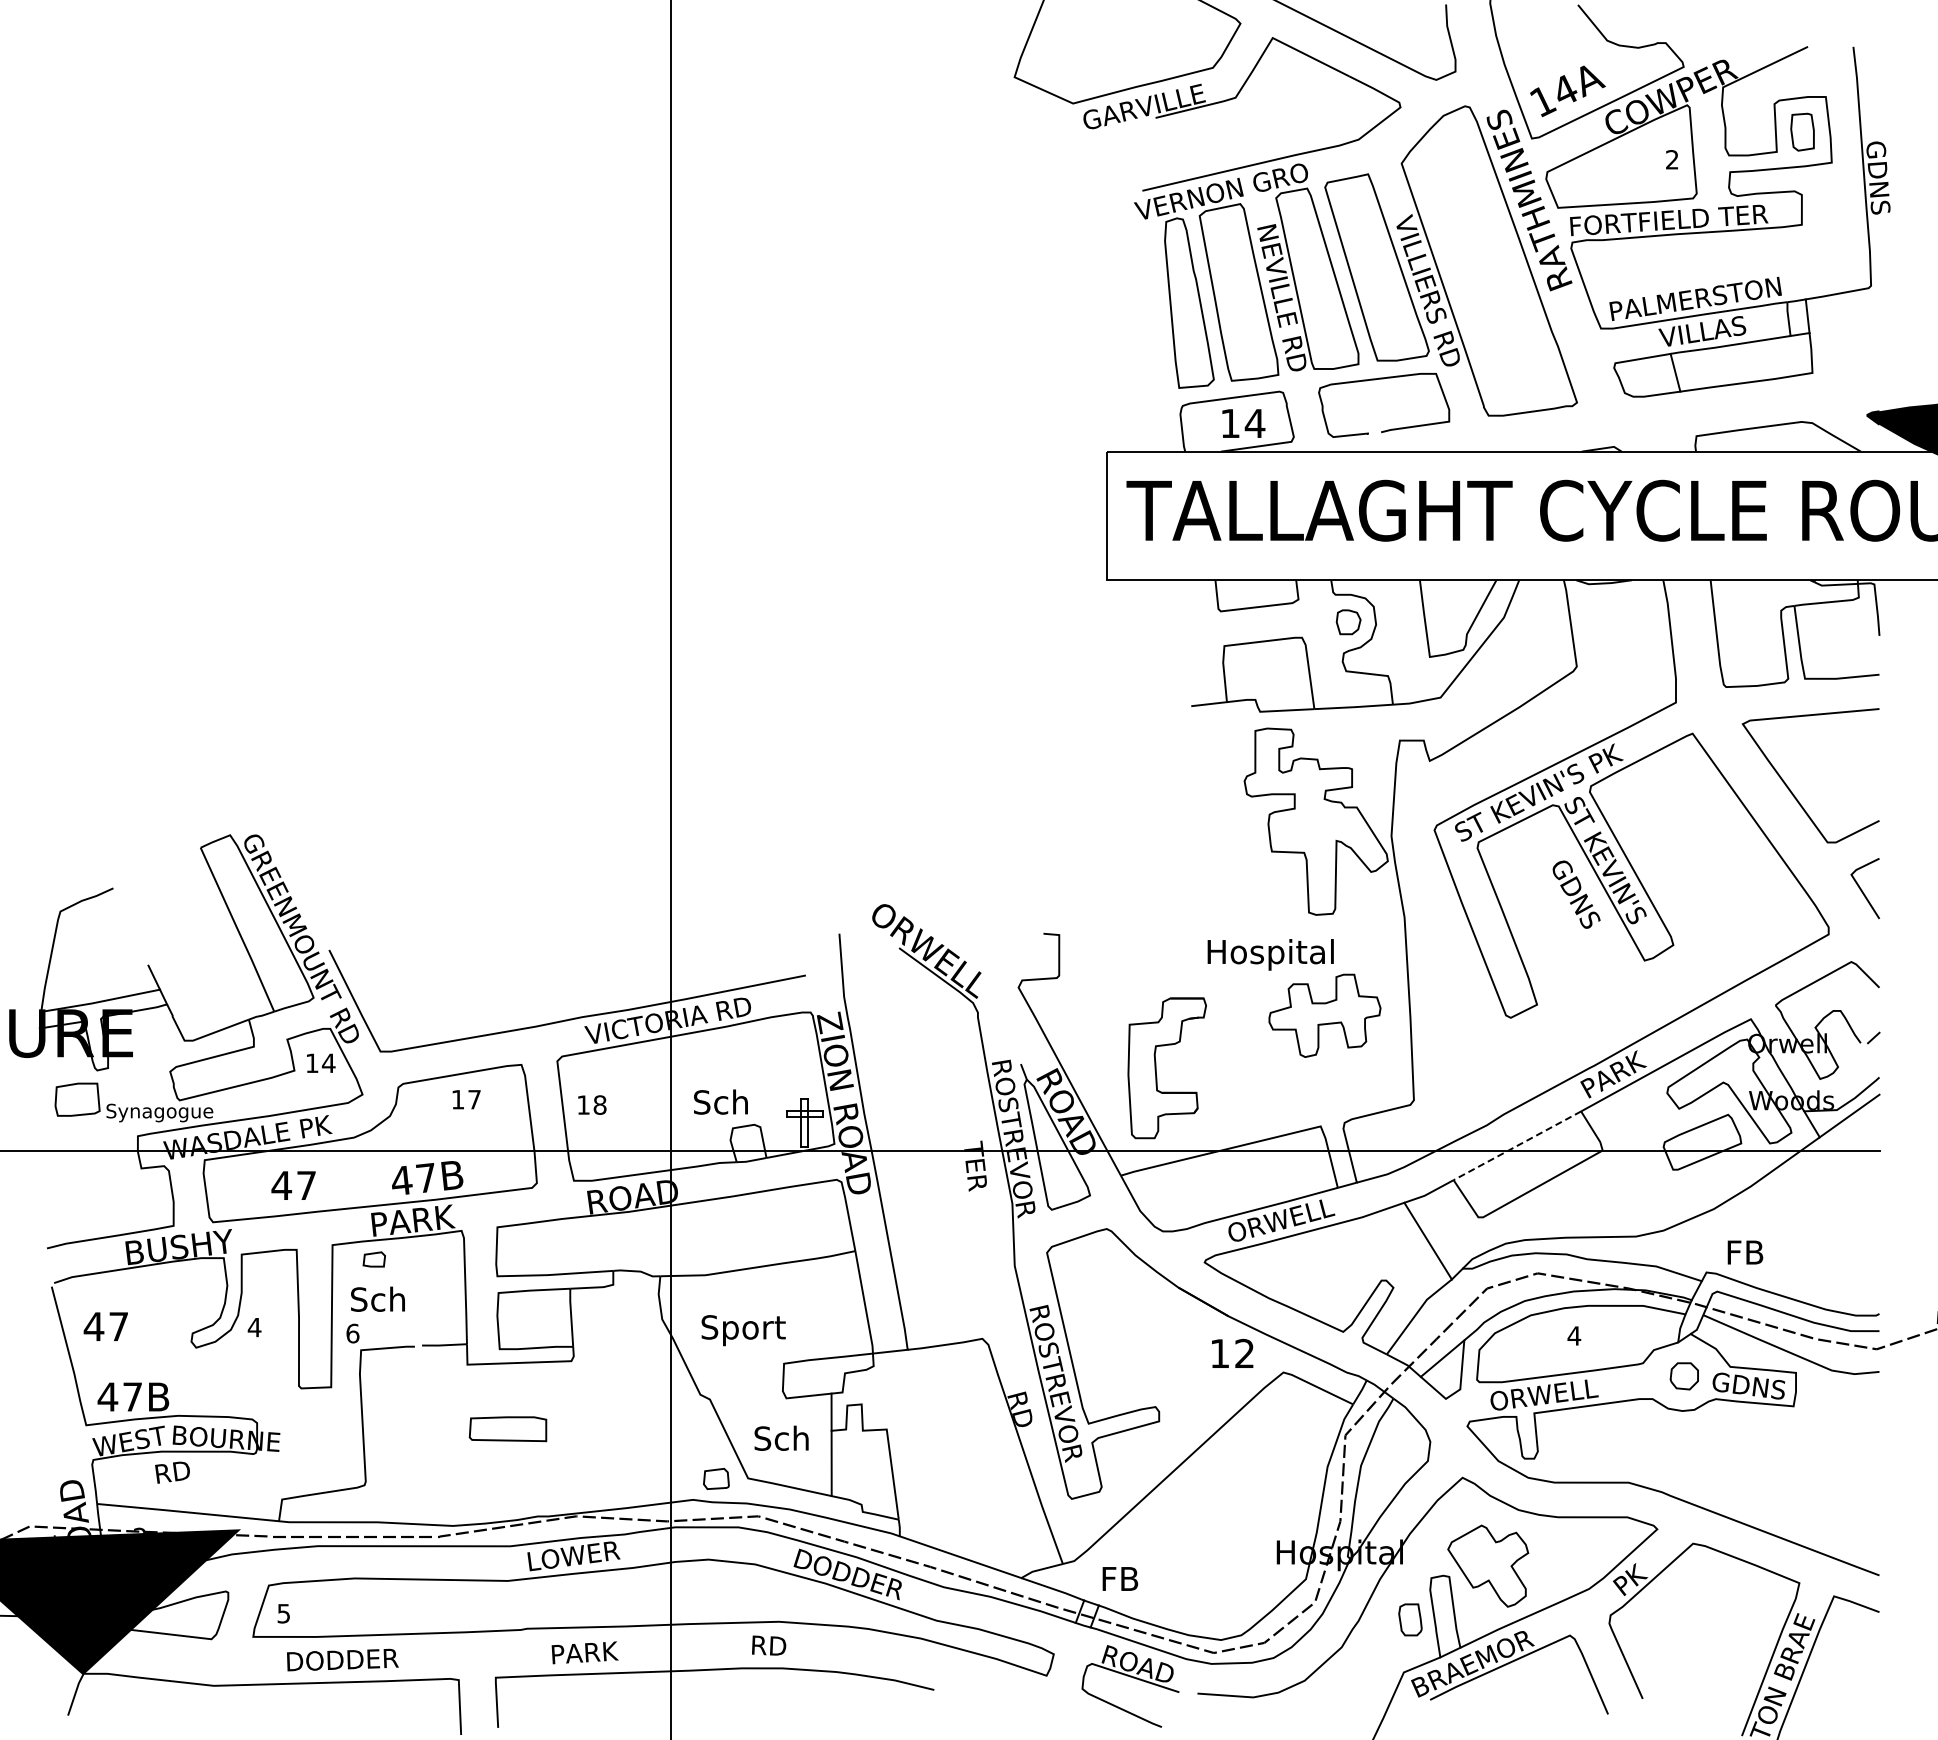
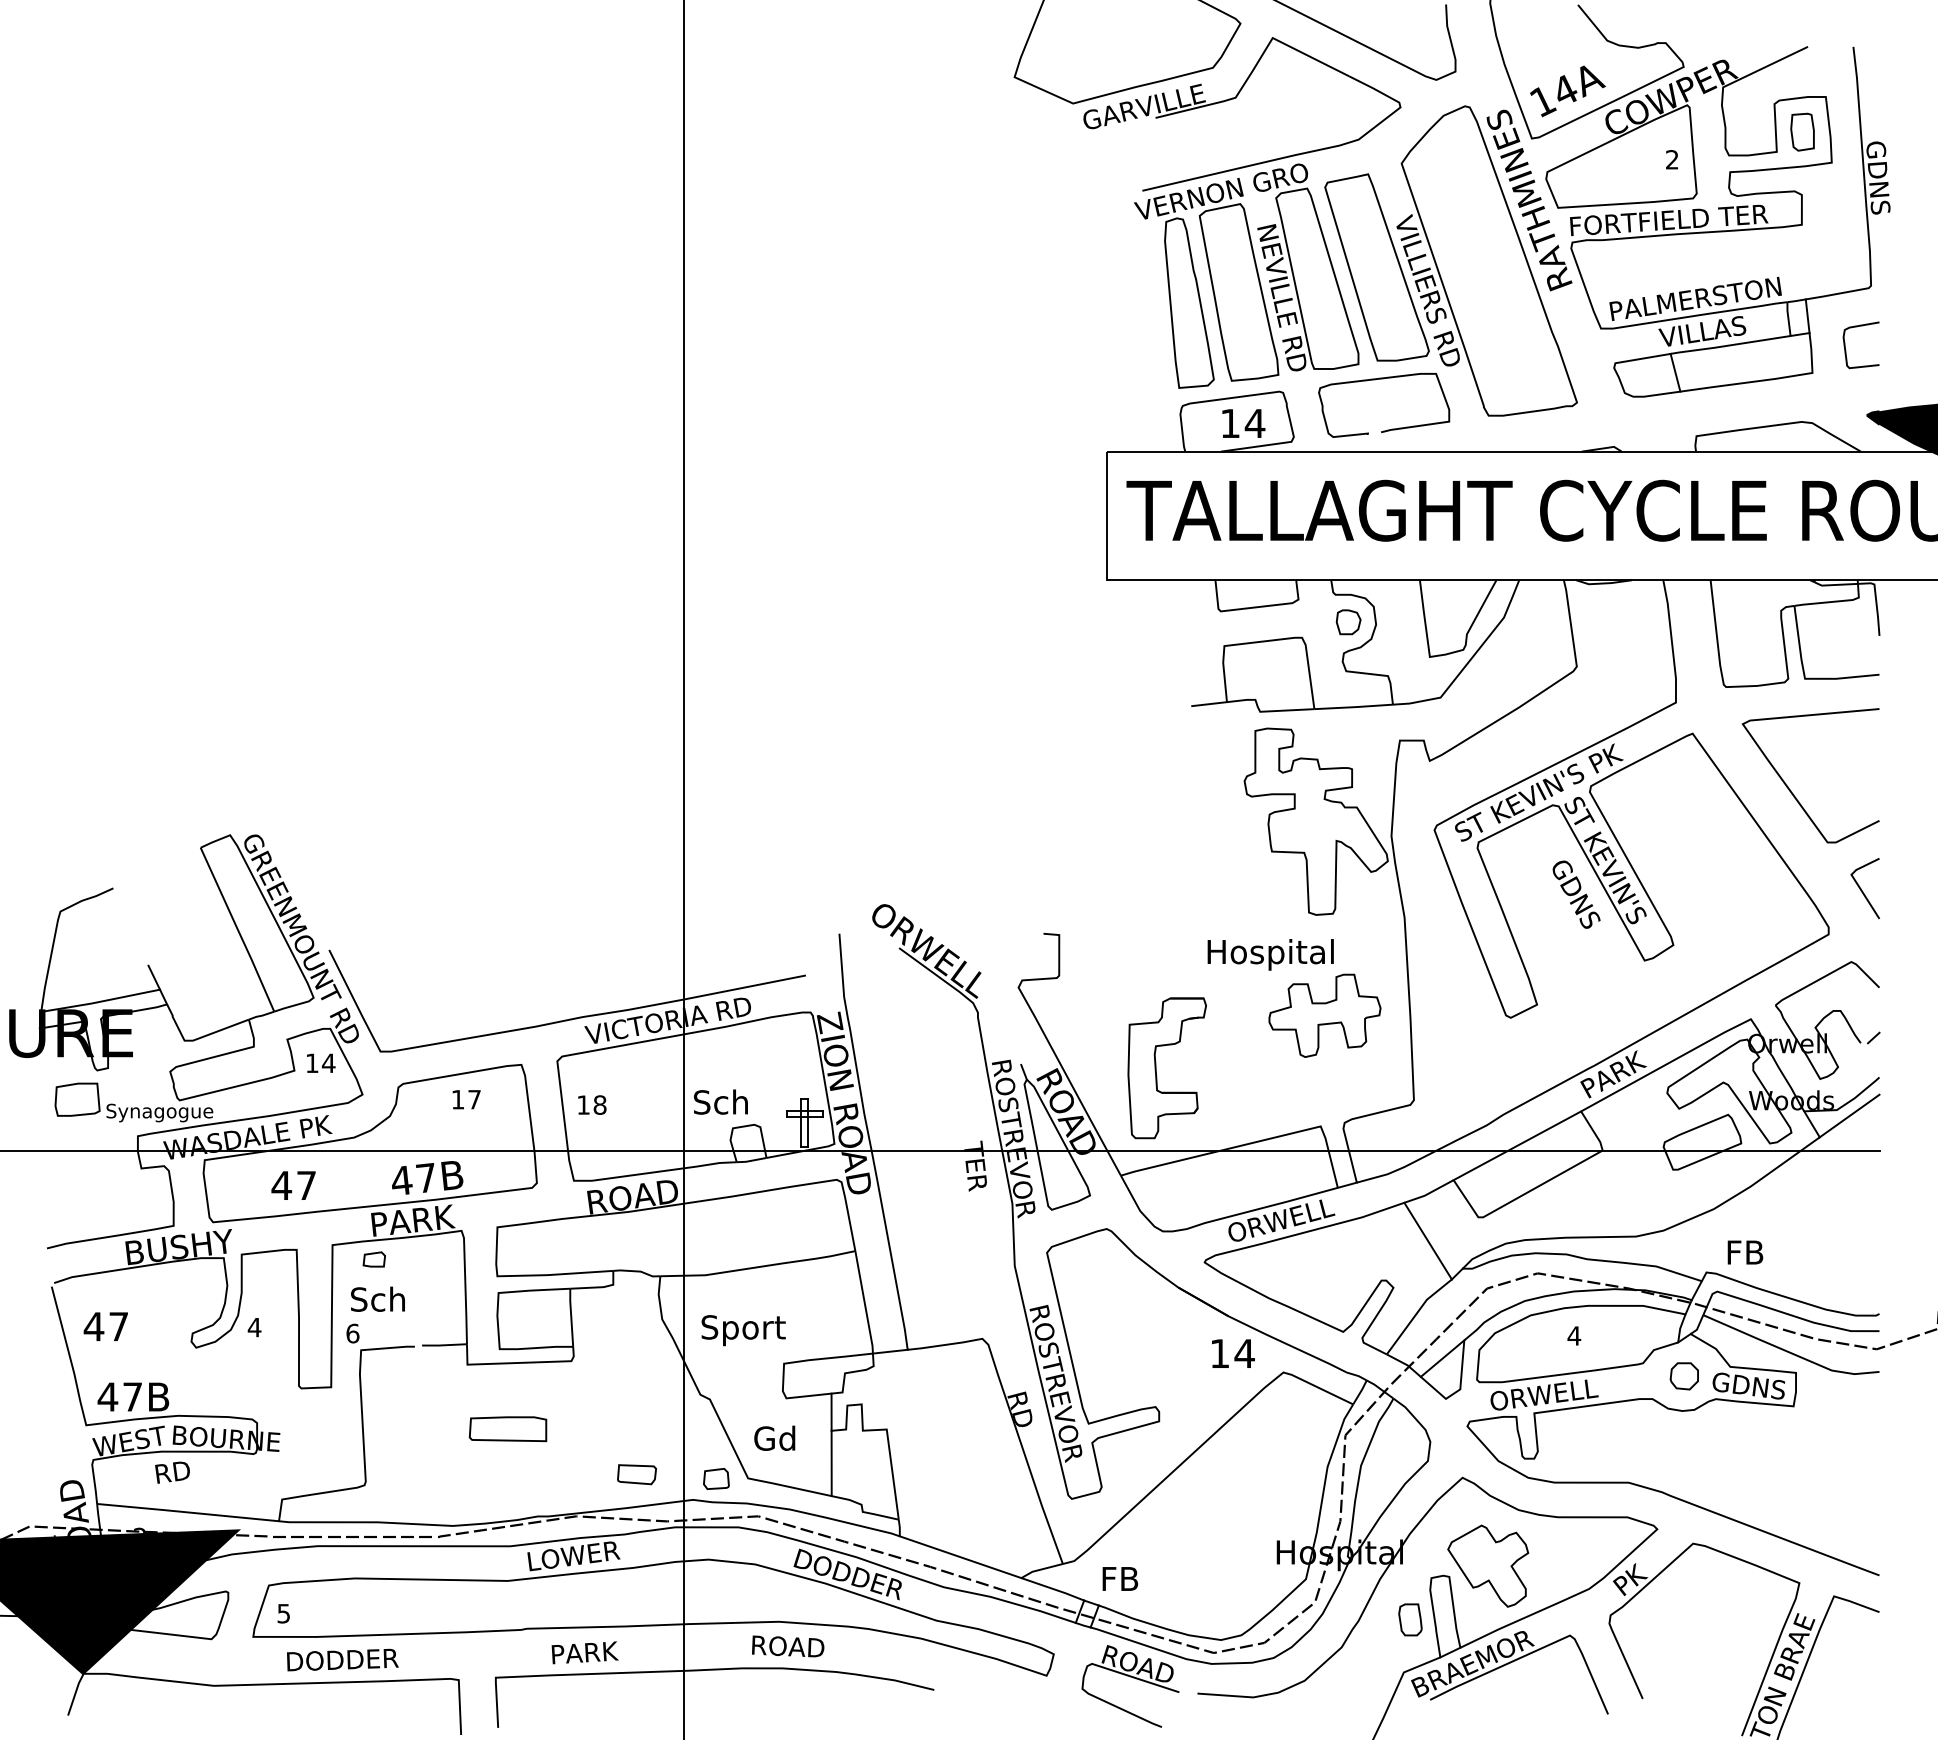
curve at (1846, 350): none -> present
line at (671, 869) position: (671, 869) -> (684, 869)
line at (1516, 1146): dashed -> solid
text at (1244, 1352): 12 -> 14
text at (781, 1437): Sch -> Gd
part at (636, 1474): none -> present
text at (796, 1646): RD -> ROAD
